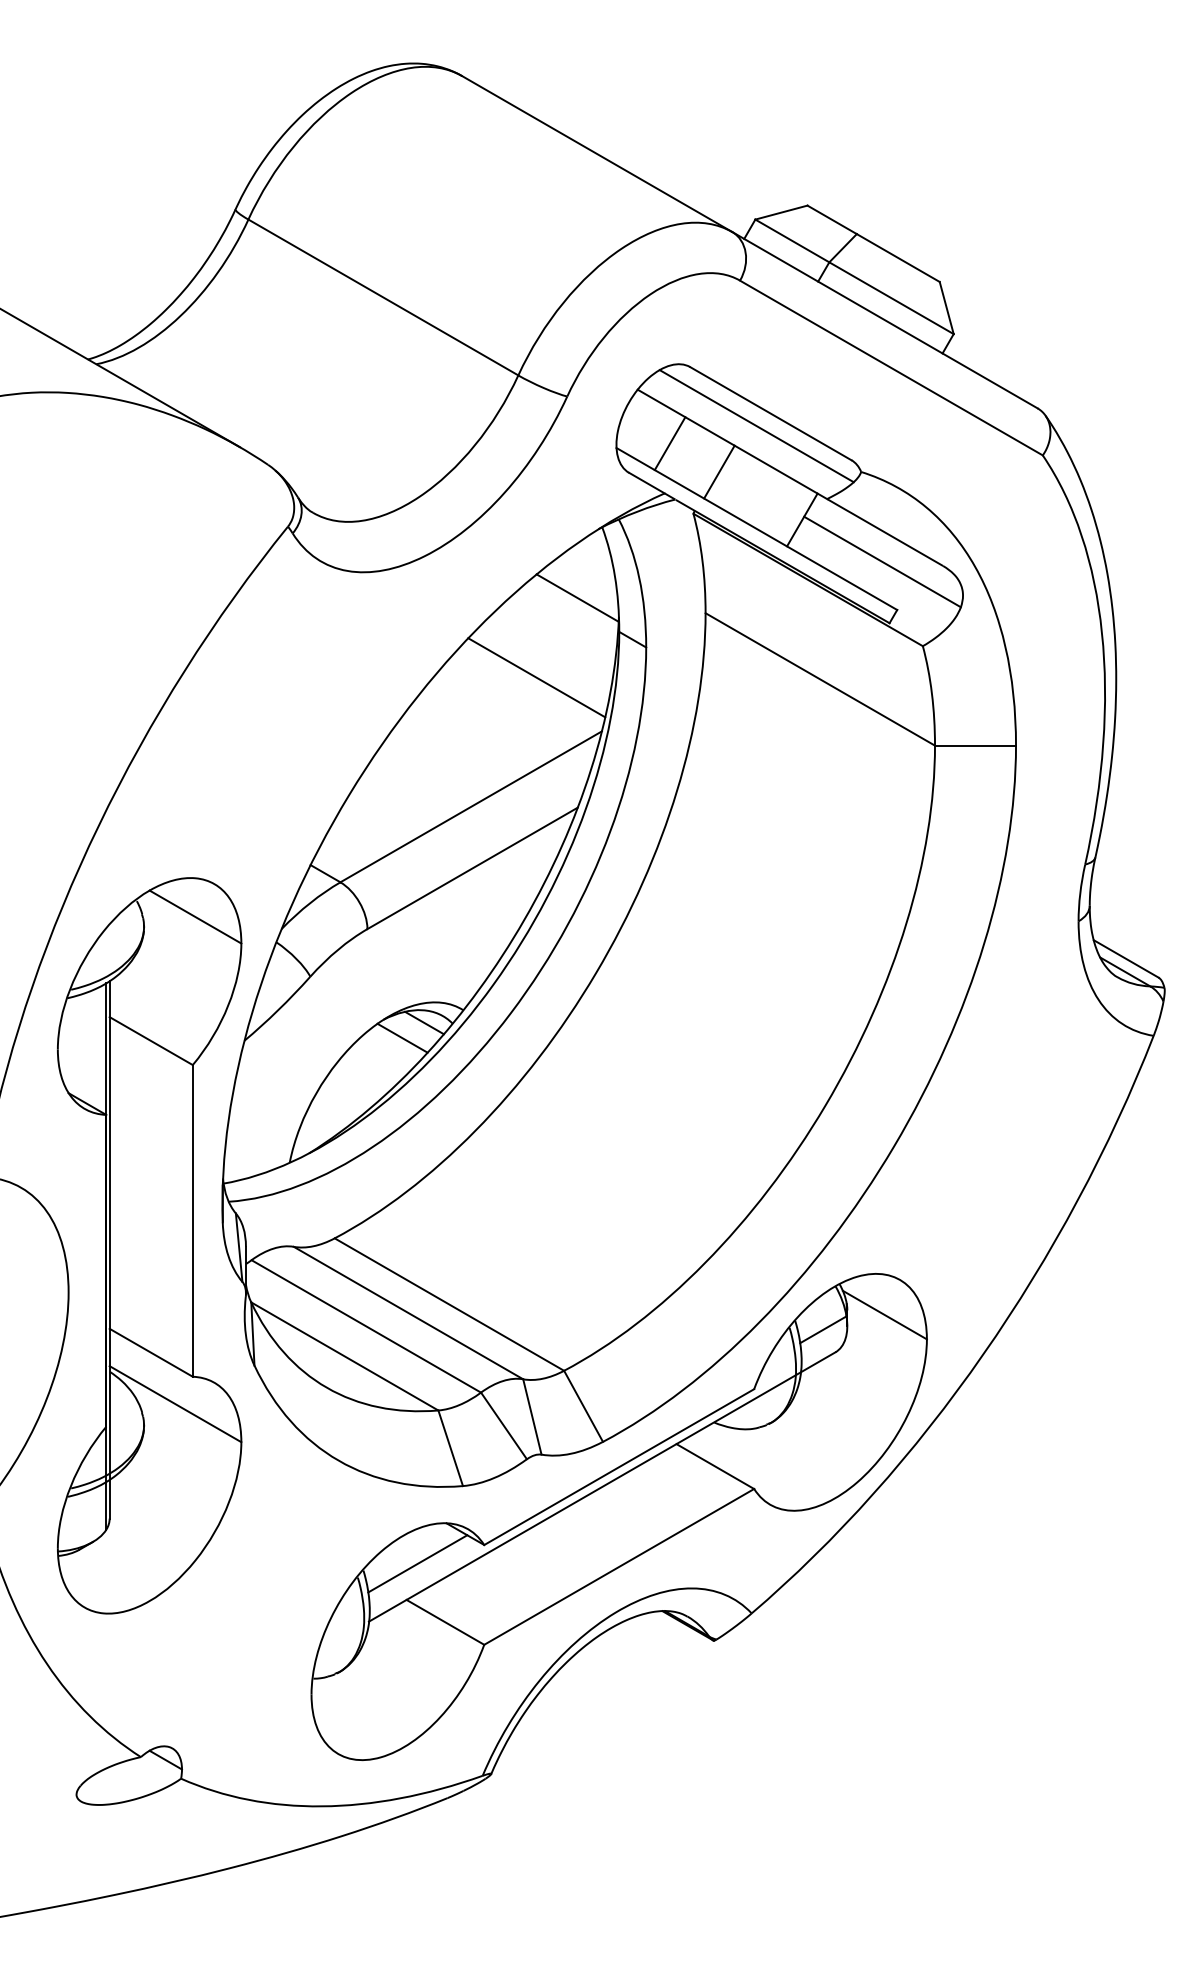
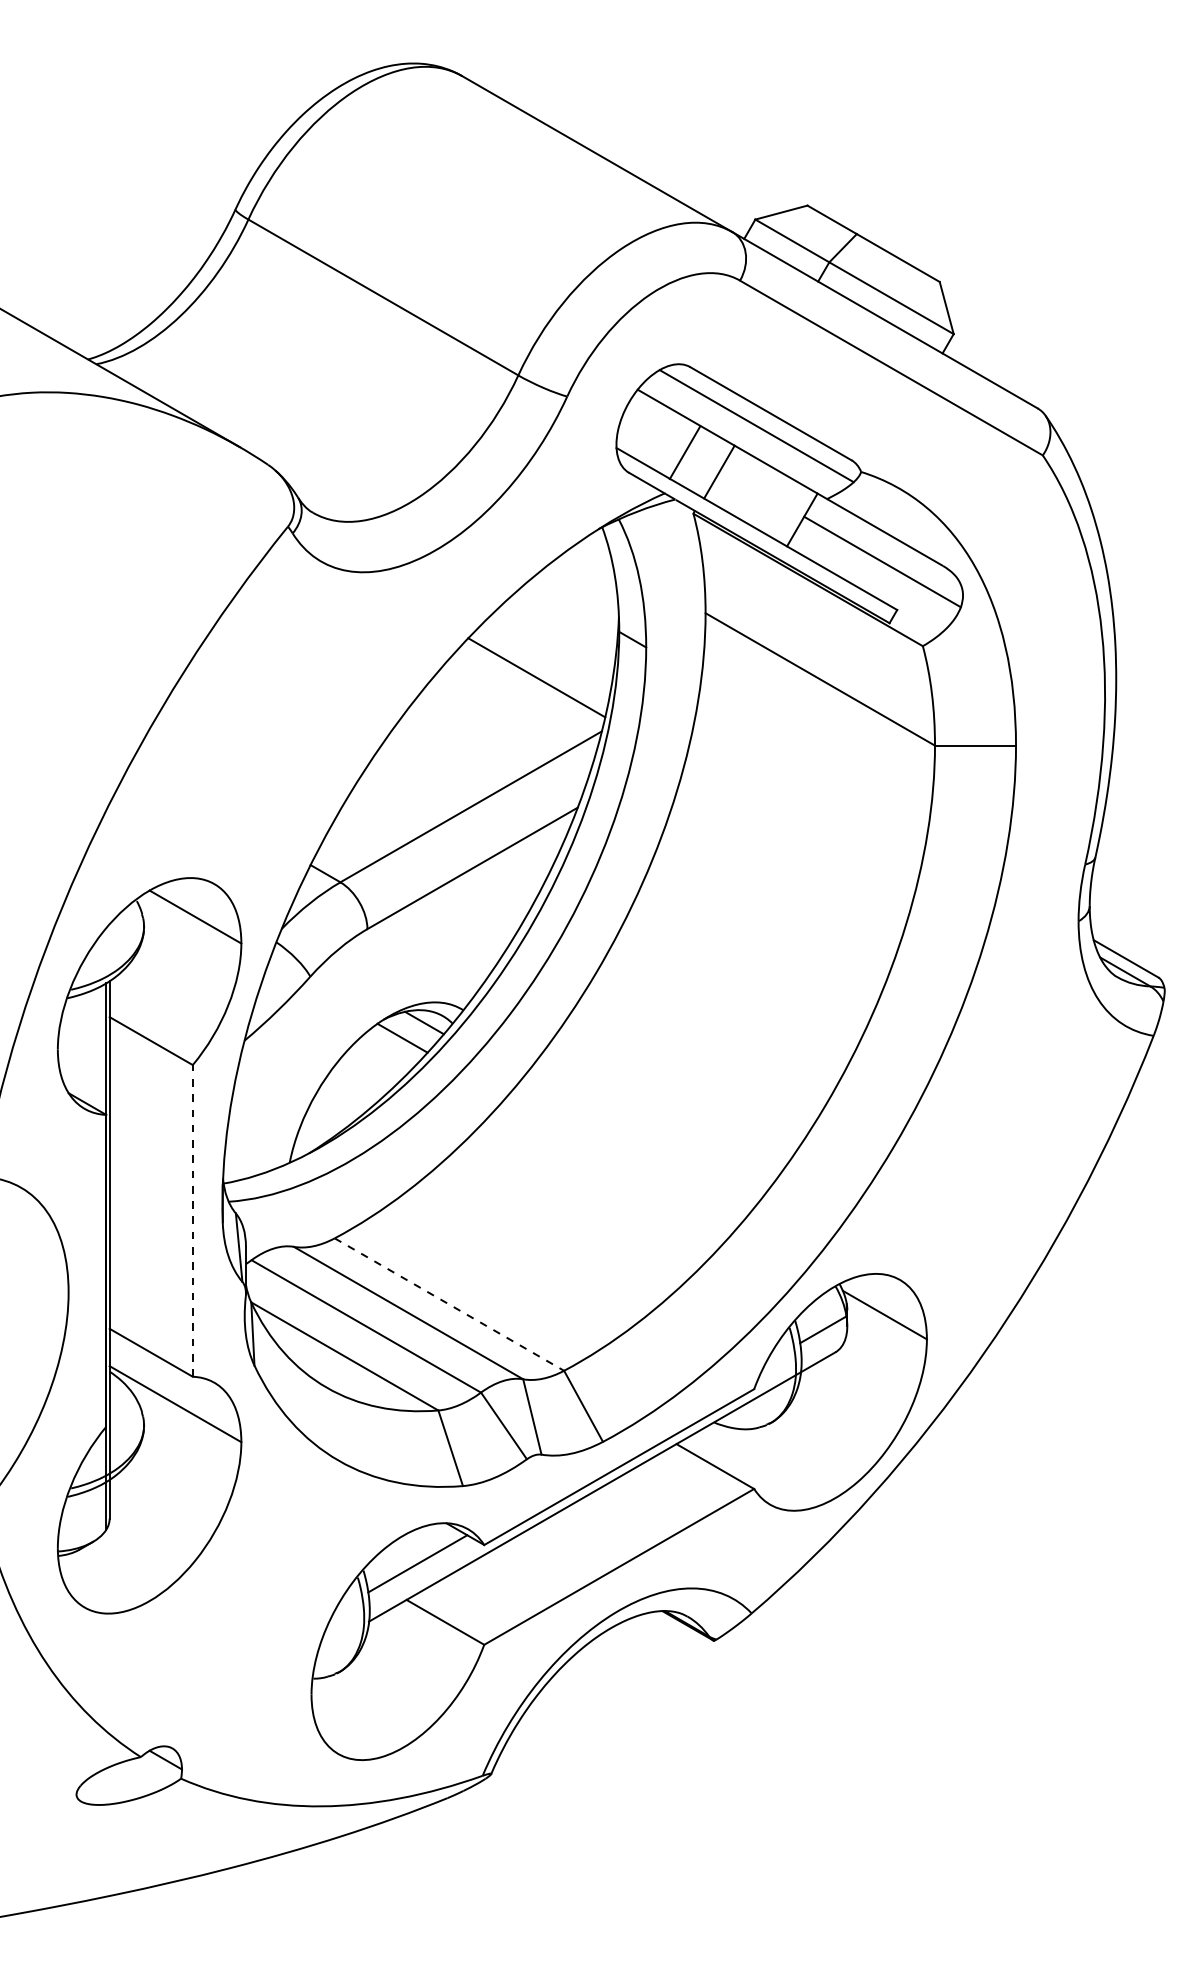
line at (669, 443) position: (669, 443) -> (684, 452)
line at (577, 597): present -> none
line at (192, 1220): solid -> dashed
line at (449, 1304): solid -> dashed
